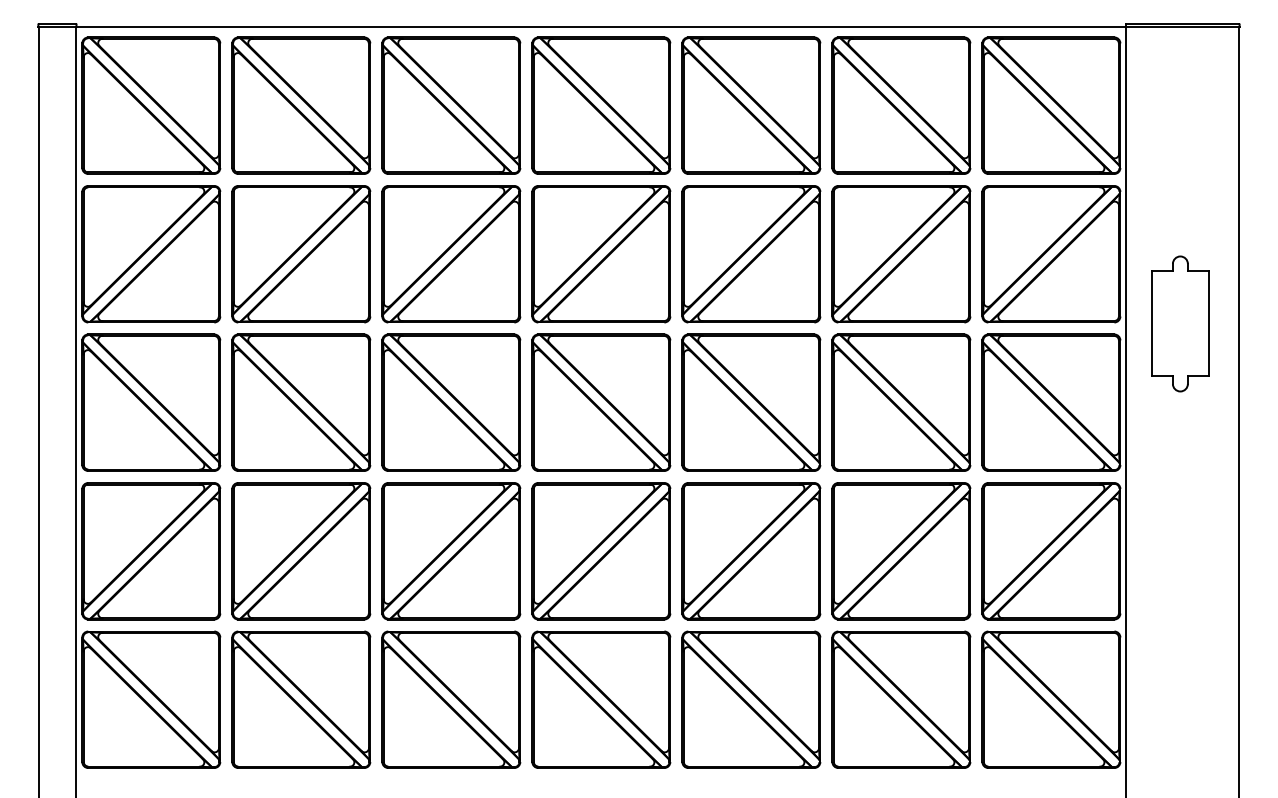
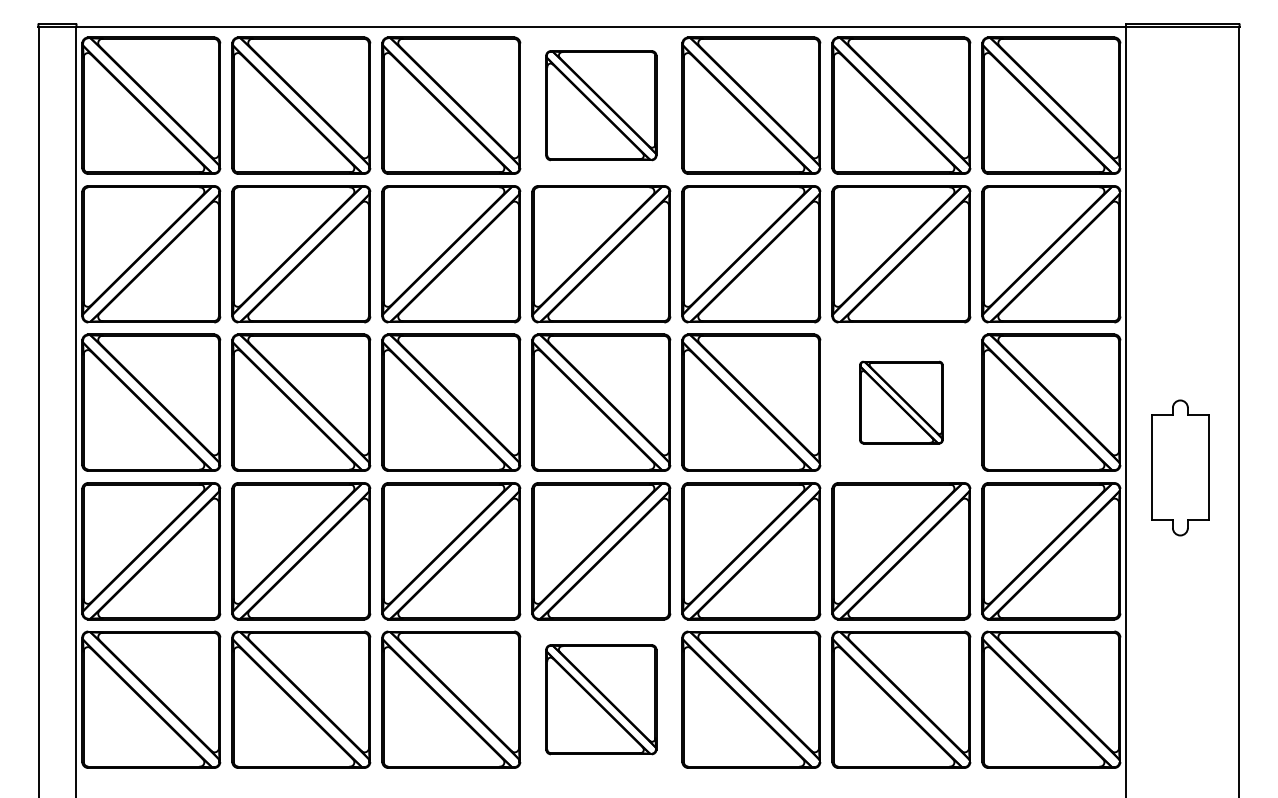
part at (601, 105) size: 141x139 px -> 113x112 px
part at (1180, 323) position: (1180, 323) -> (1180, 467)
part at (901, 402) size: 141x139 px -> 85x85 px
part at (601, 699) size: 141x139 px -> 113x112 px
